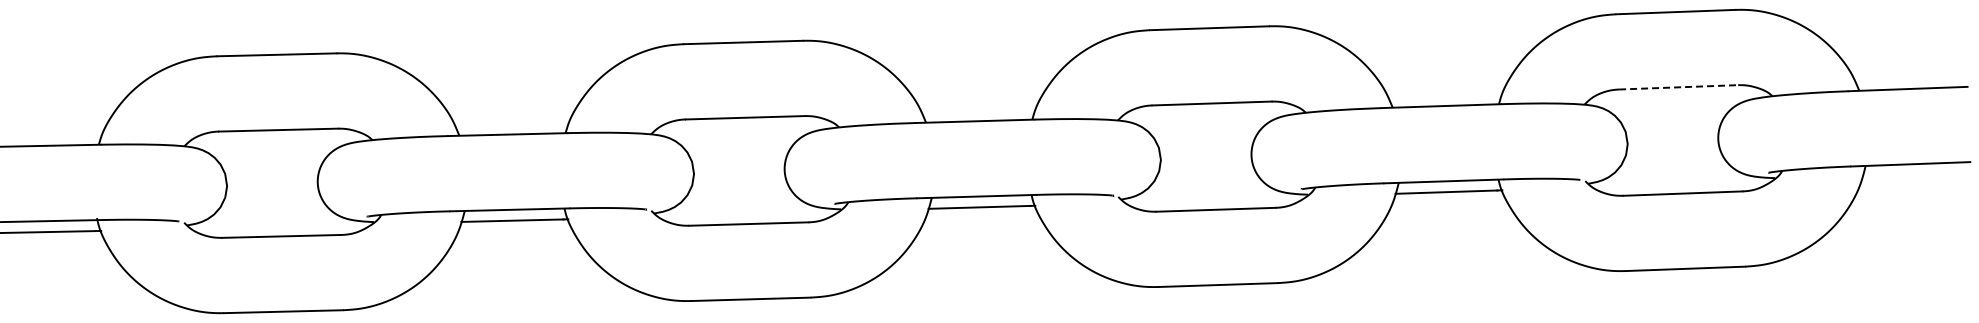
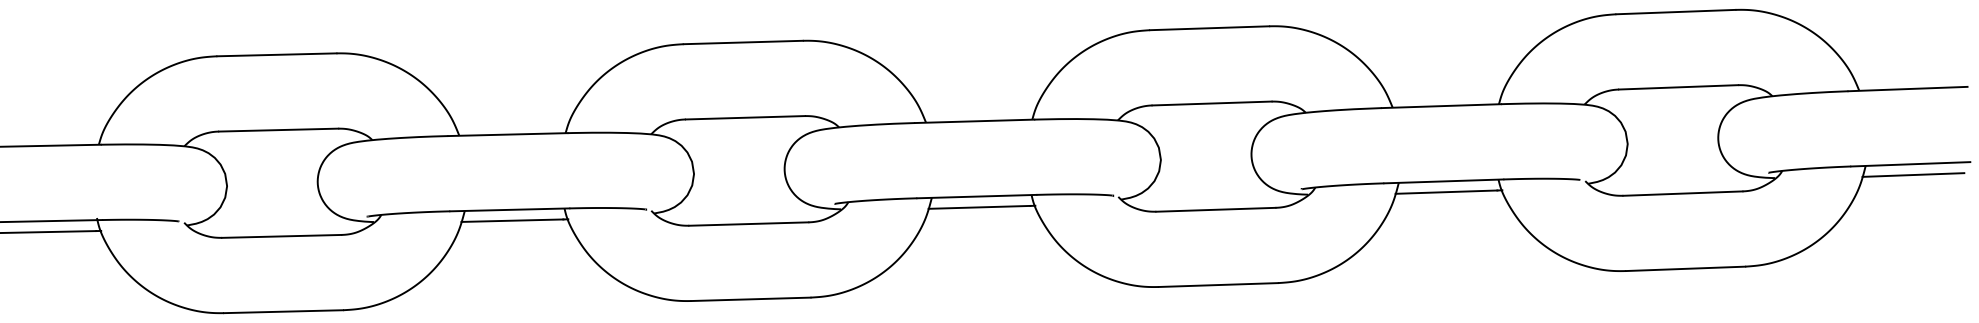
line at (1678, 87): dashed -> solid
line at (1913, 174): none -> present
